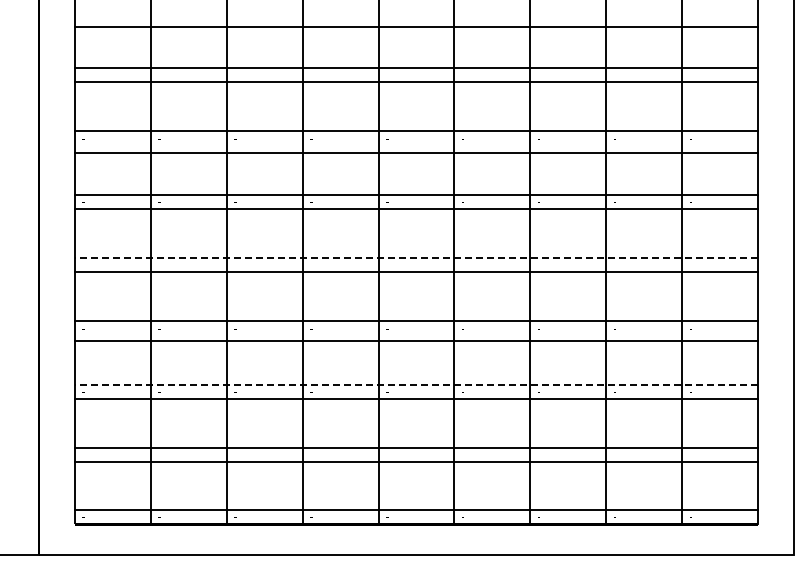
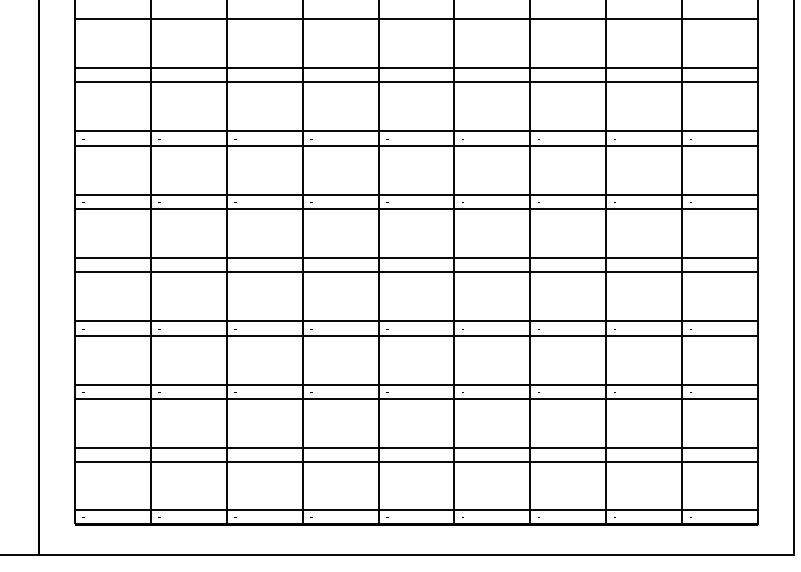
line at (416, 27) position: (416, 27) -> (416, 19)
line at (416, 152) position: (416, 152) -> (416, 145)
line at (416, 257): dashed -> solid
line at (416, 340) position: (416, 340) -> (416, 335)
line at (416, 384): dashed -> solid
